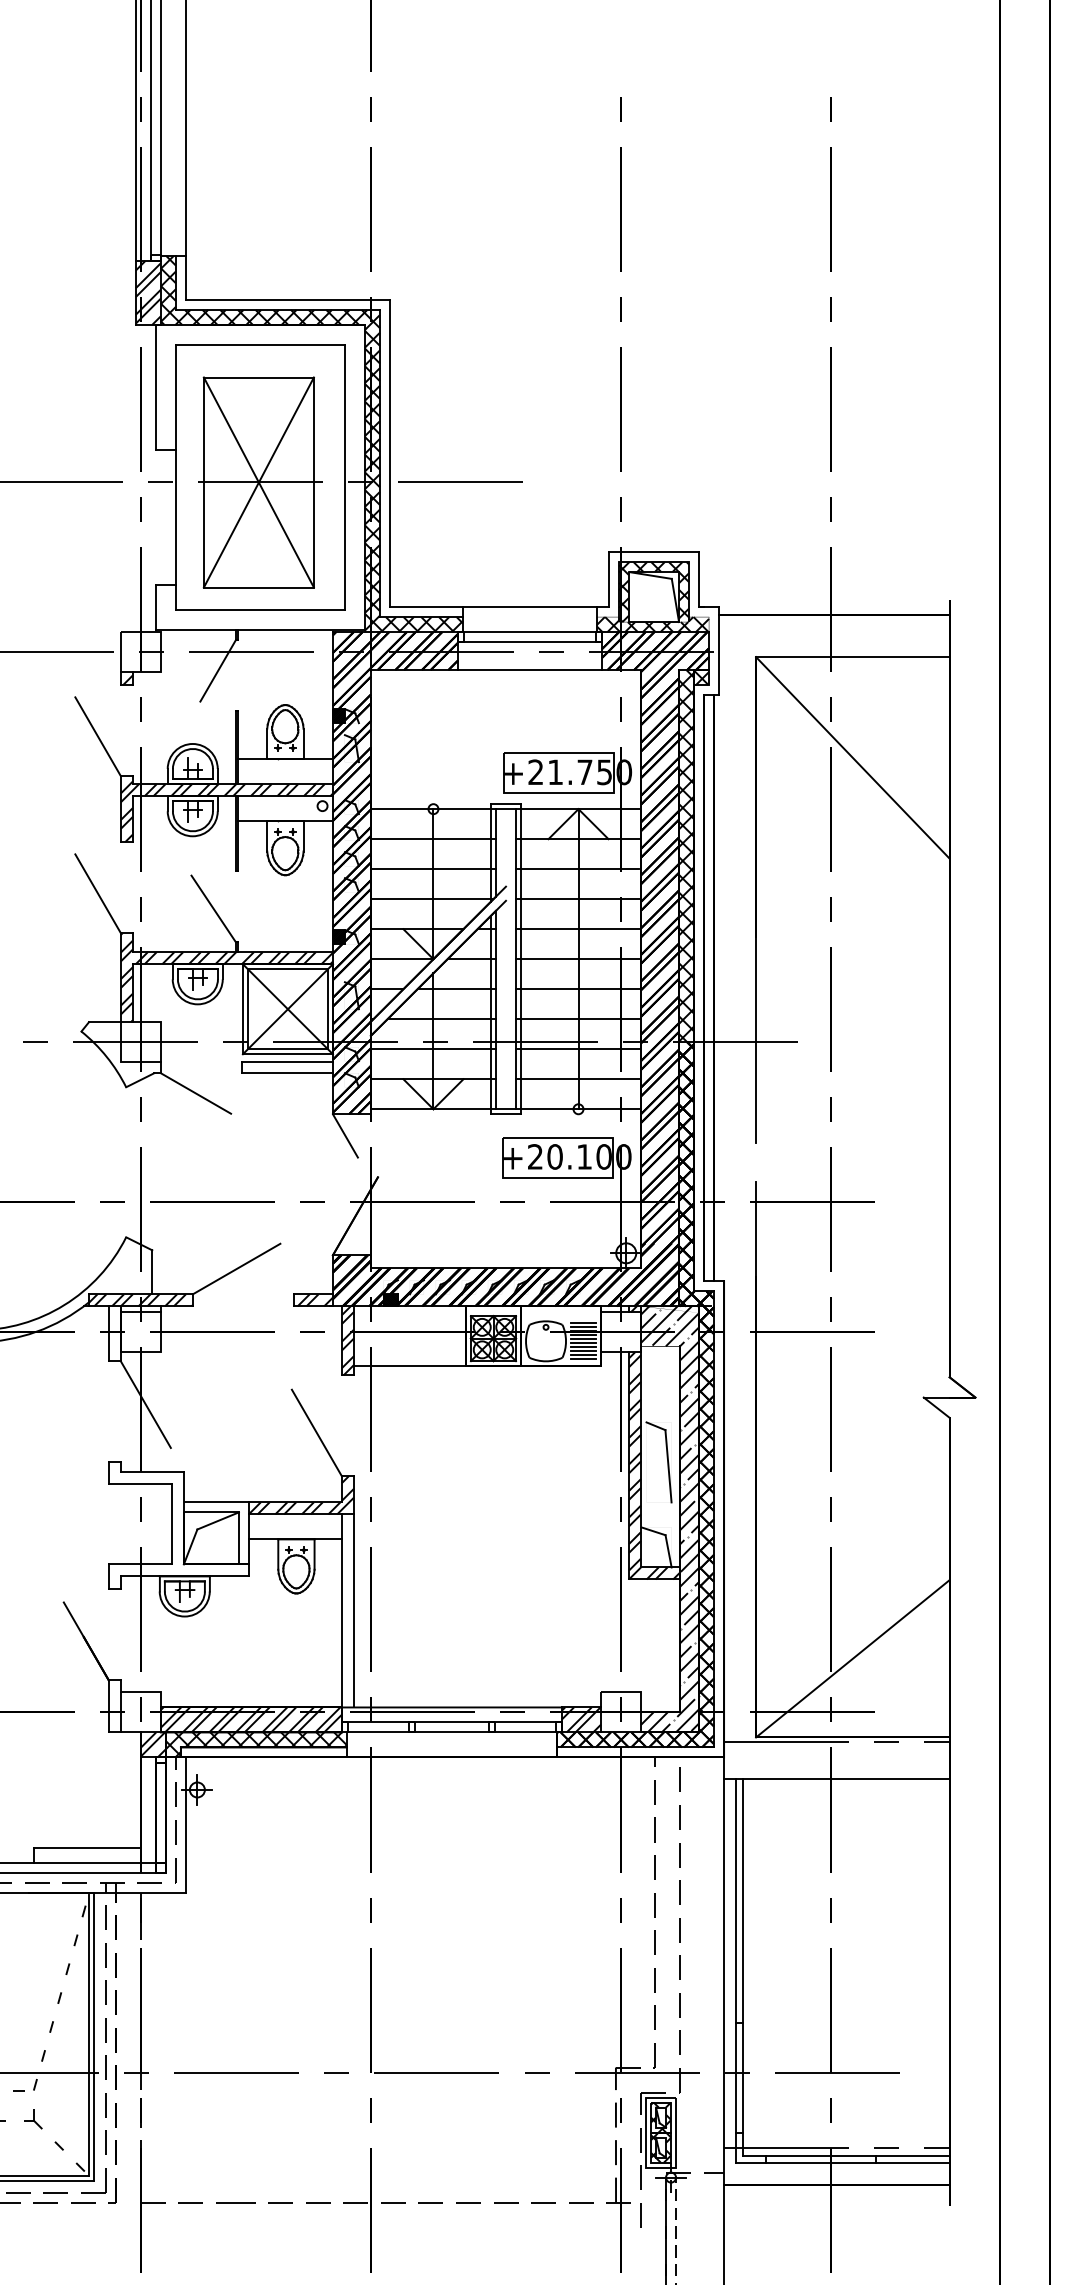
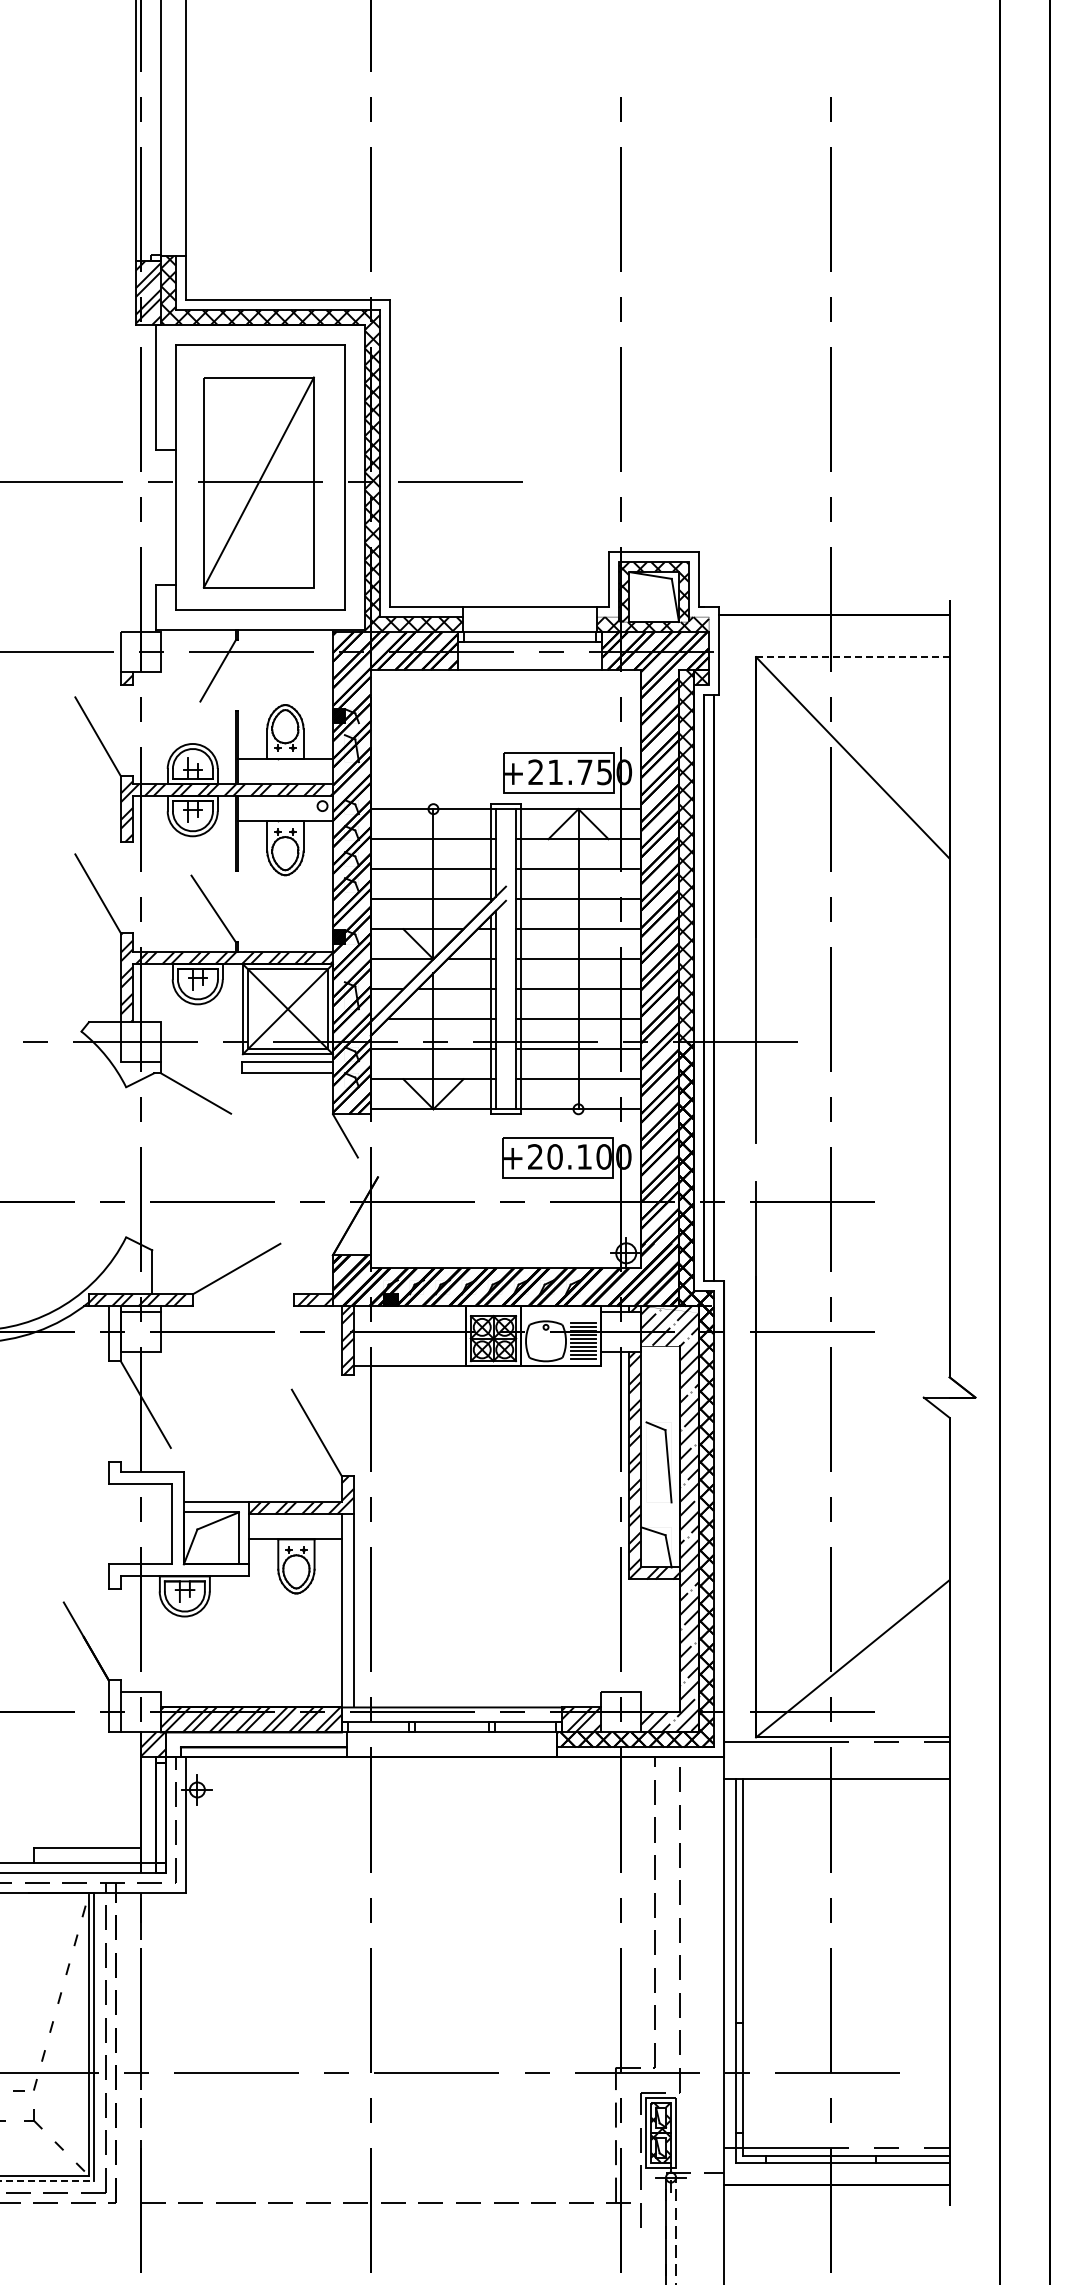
line at (150, 131): present -> none
line at (258, 482): present -> none
line at (852, 657): solid -> dashed
hatch at (255, 1744): present -> none
line at (47, 2180): solid -> dashed
